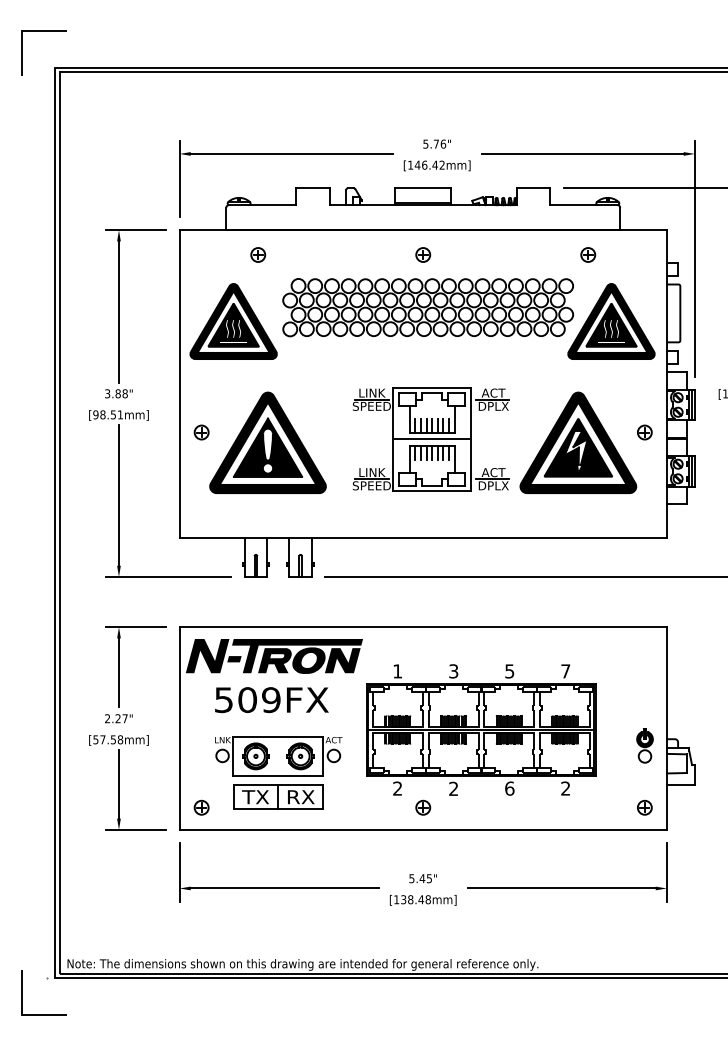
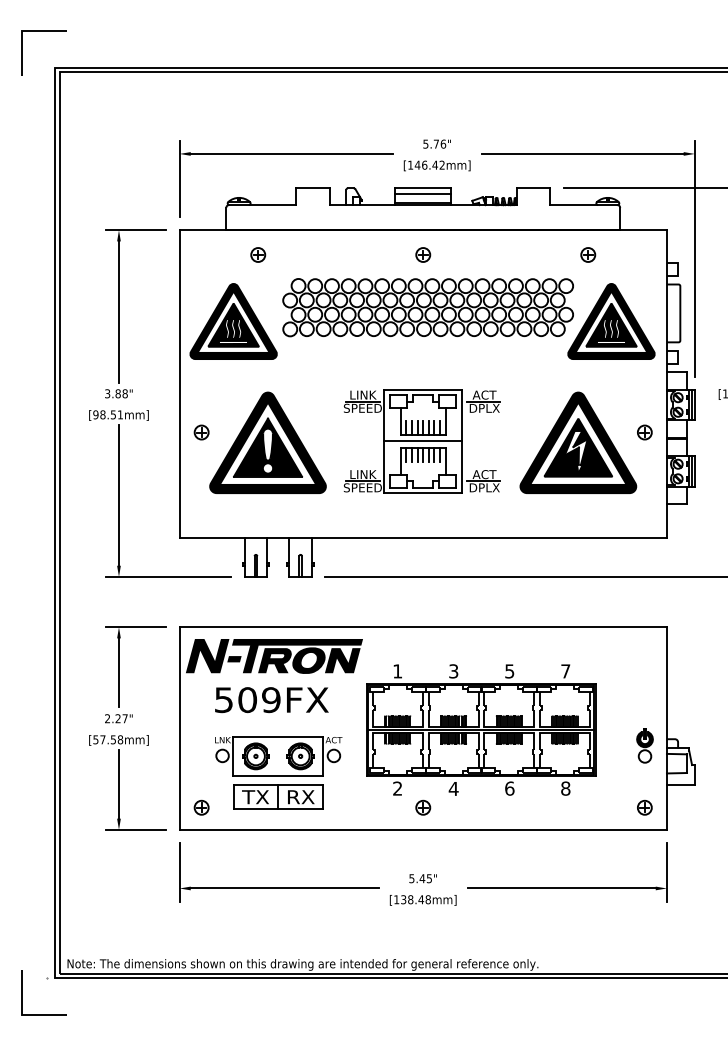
line at (423, 193): none -> present
part at (430, 439) position: (430, 439) -> (421, 441)
text at (453, 788): 2 -> 4
text at (565, 788): 2 -> 8
